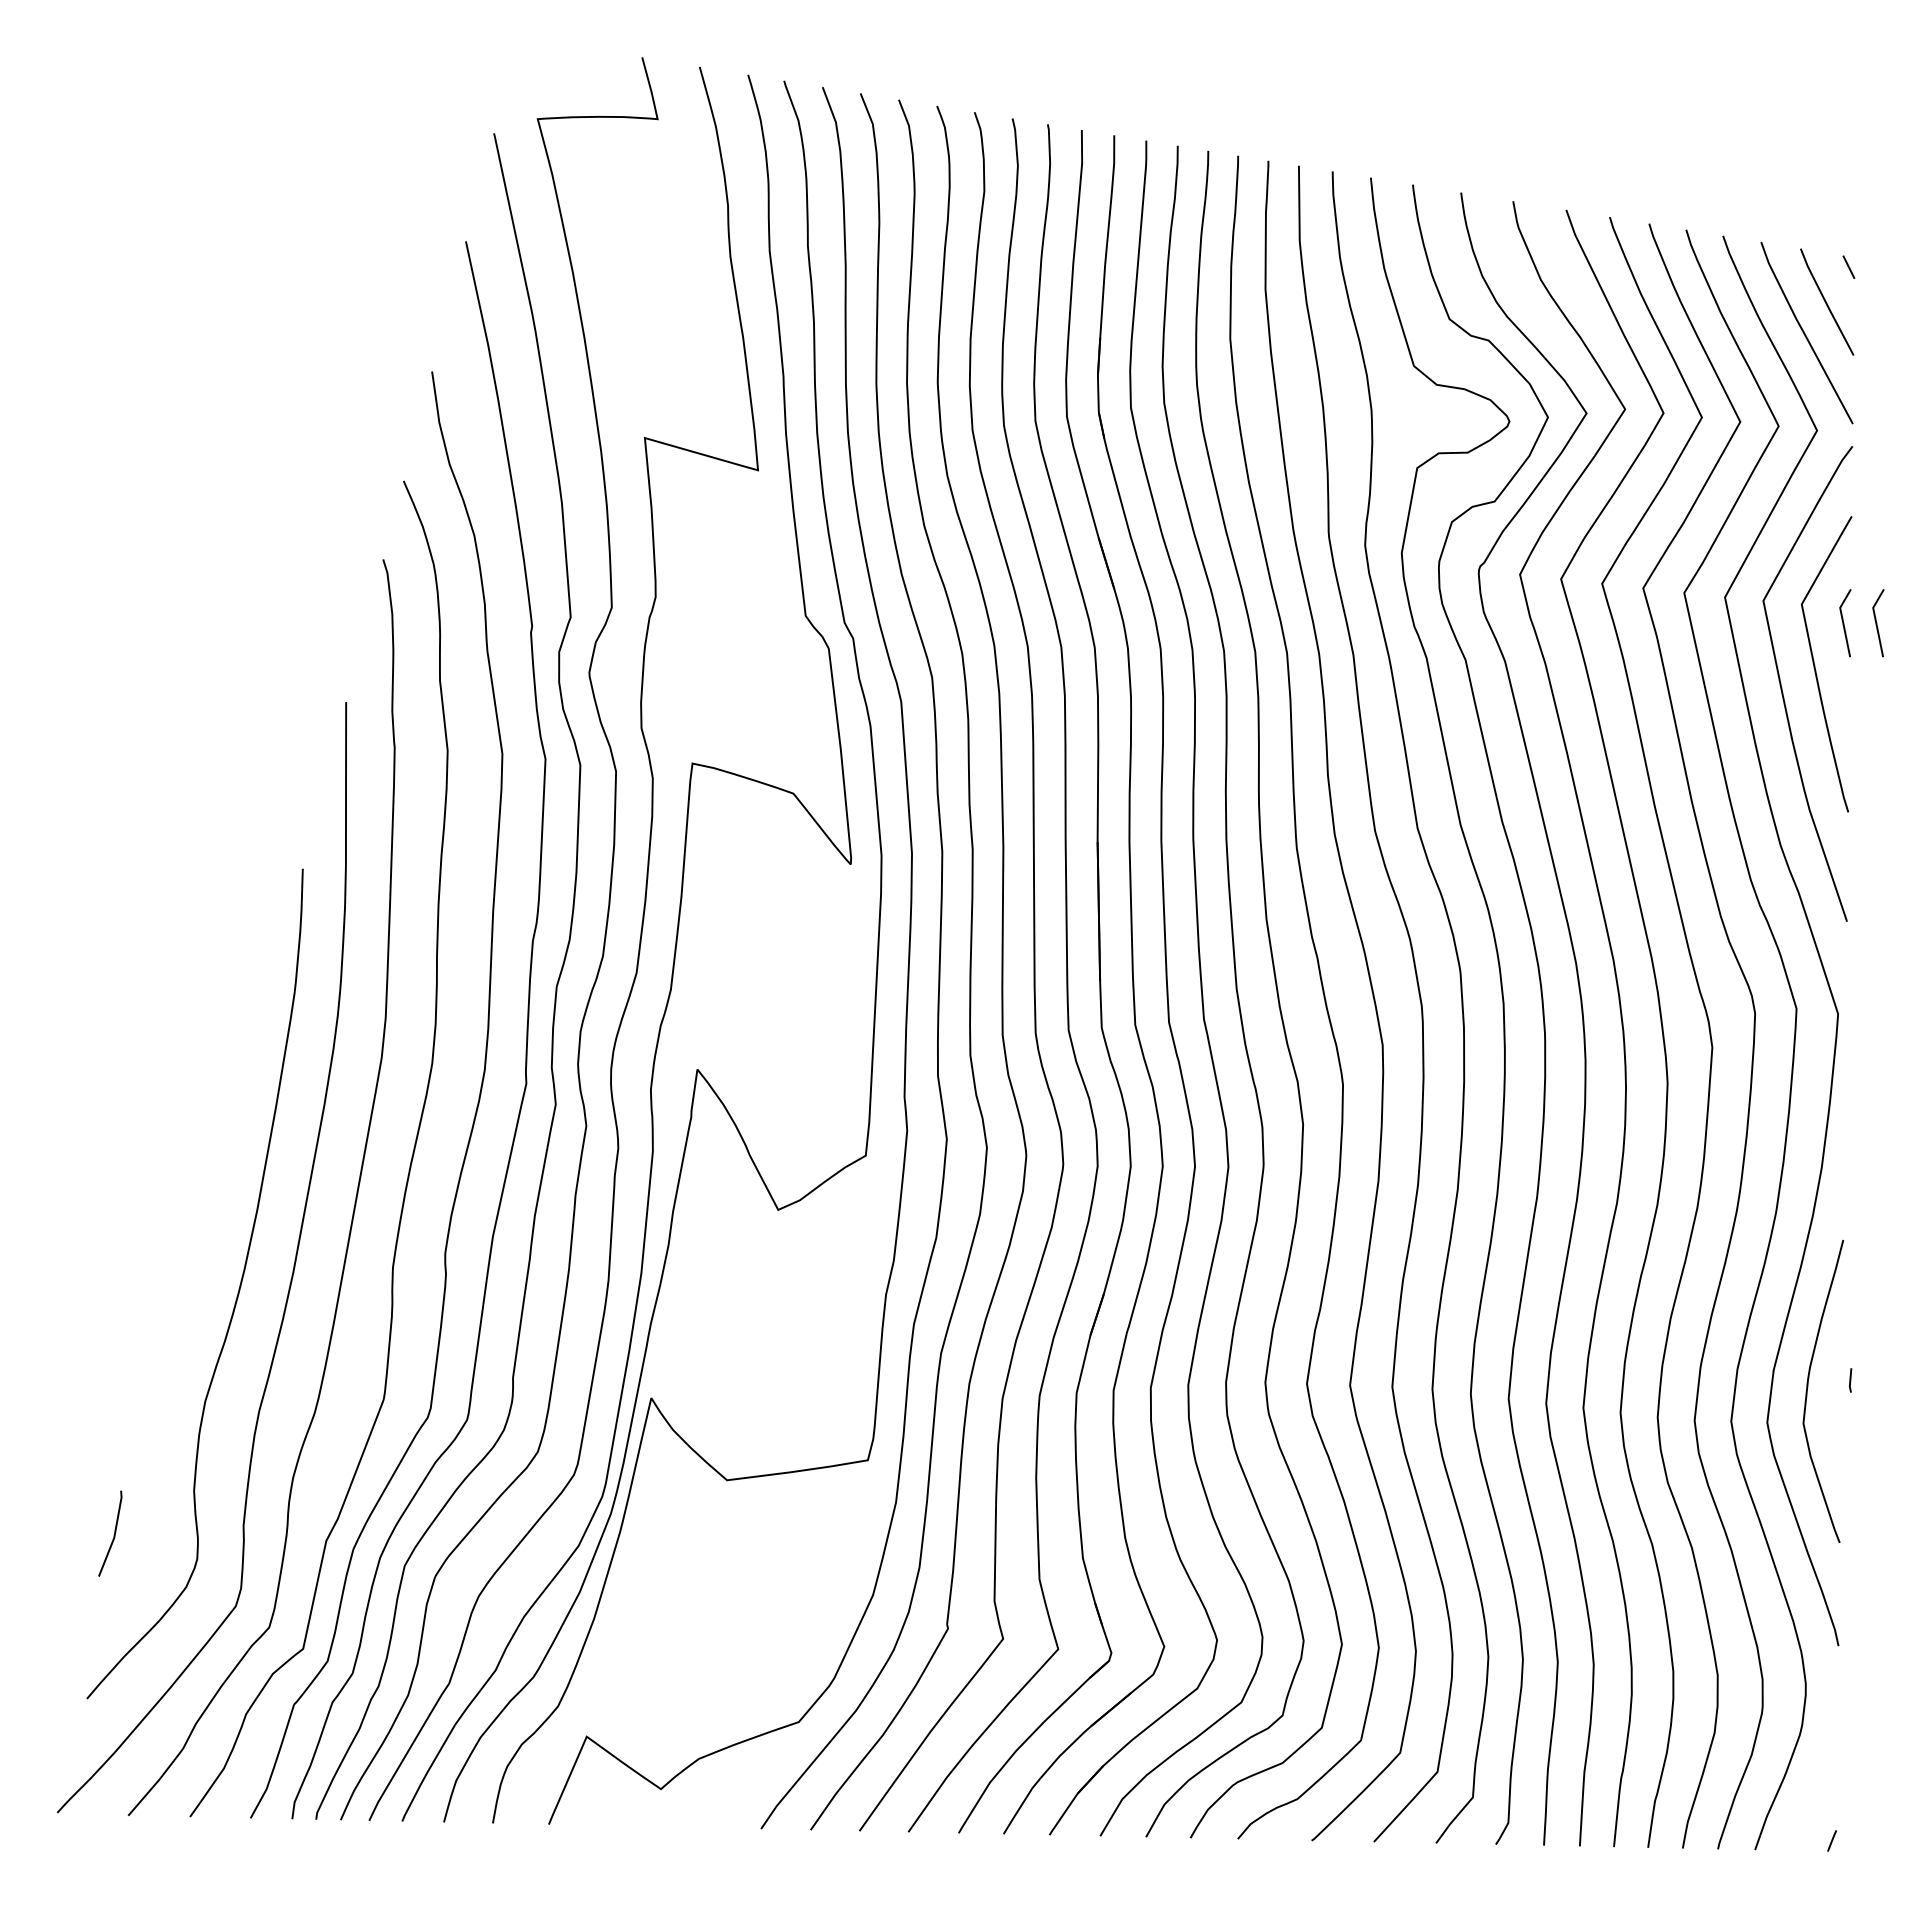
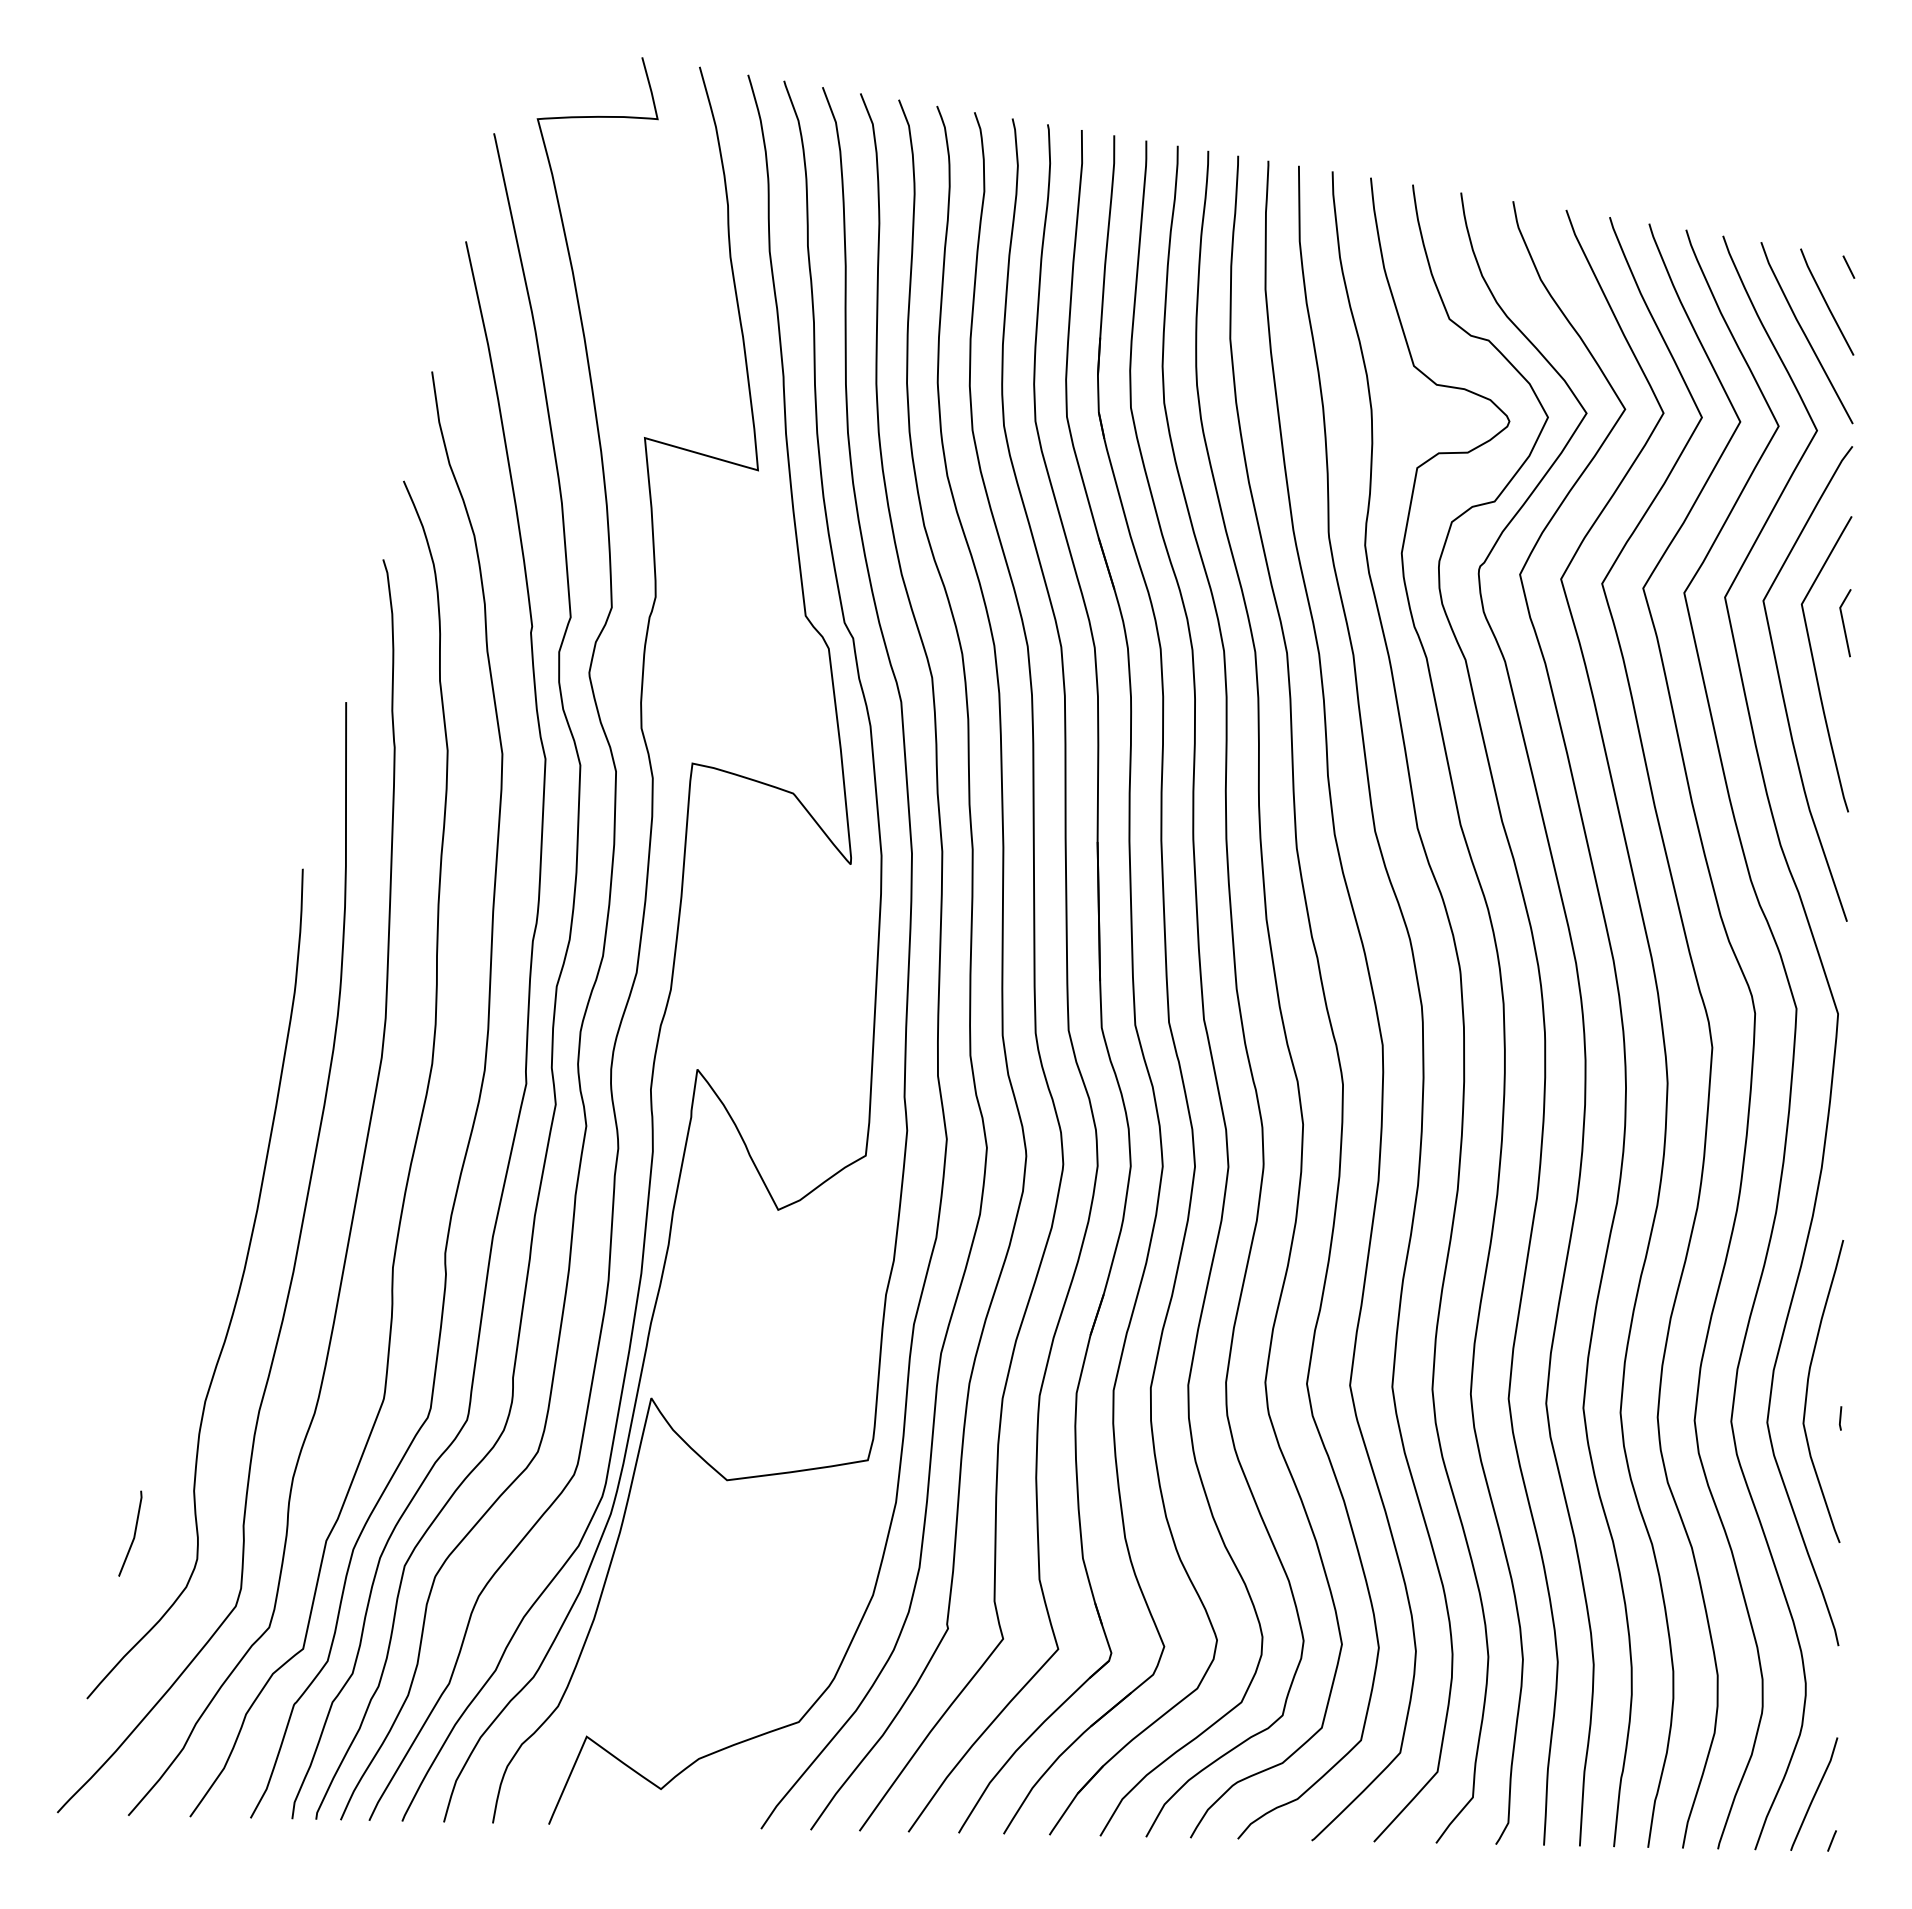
line at (1877, 623): present -> none
line at (1850, 1380) position: (1850, 1380) -> (1840, 1418)
line at (113, 1535) position: (113, 1535) -> (133, 1535)
curve at (1814, 1793): none -> present
